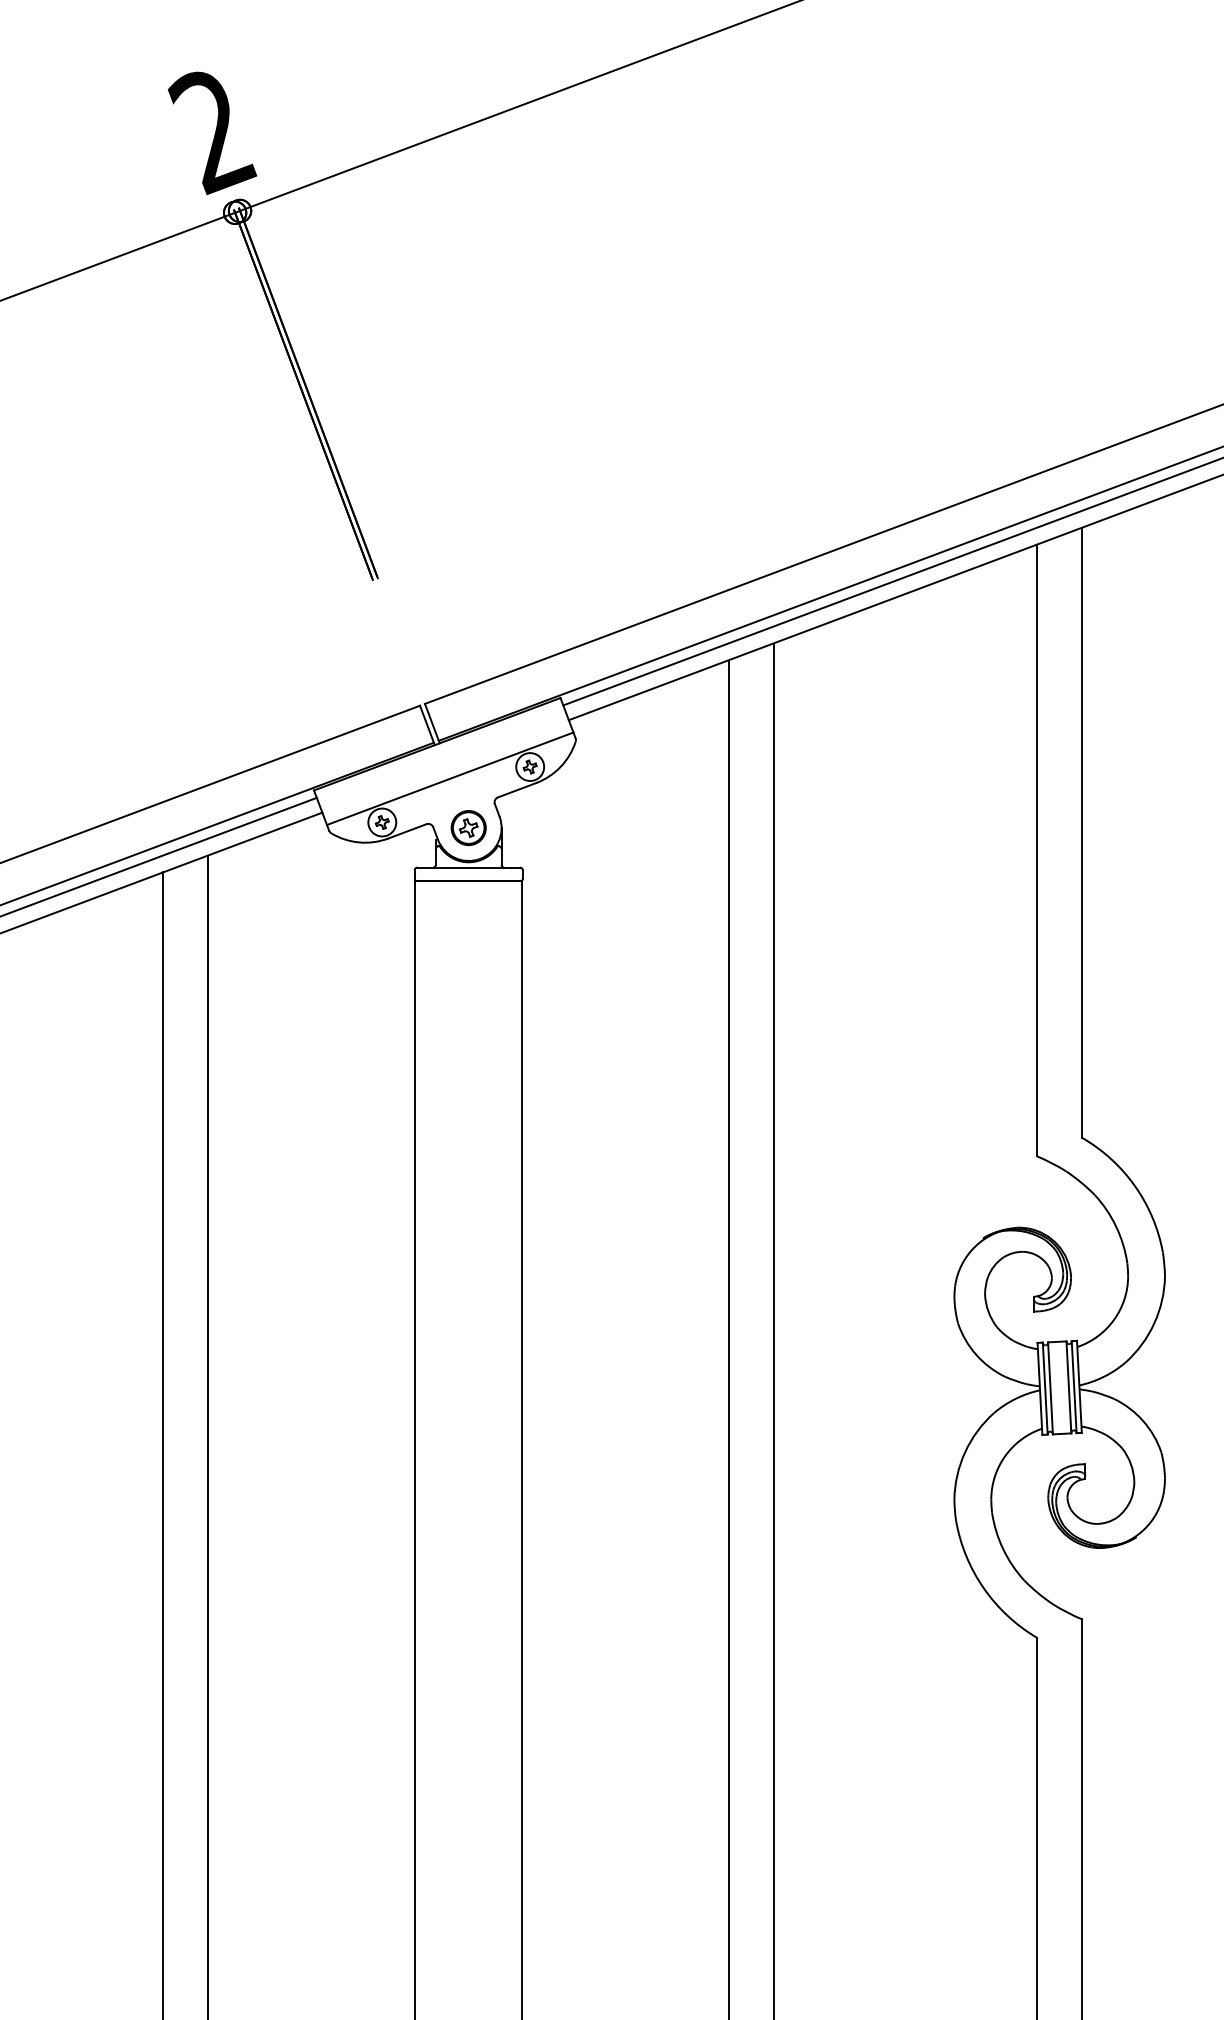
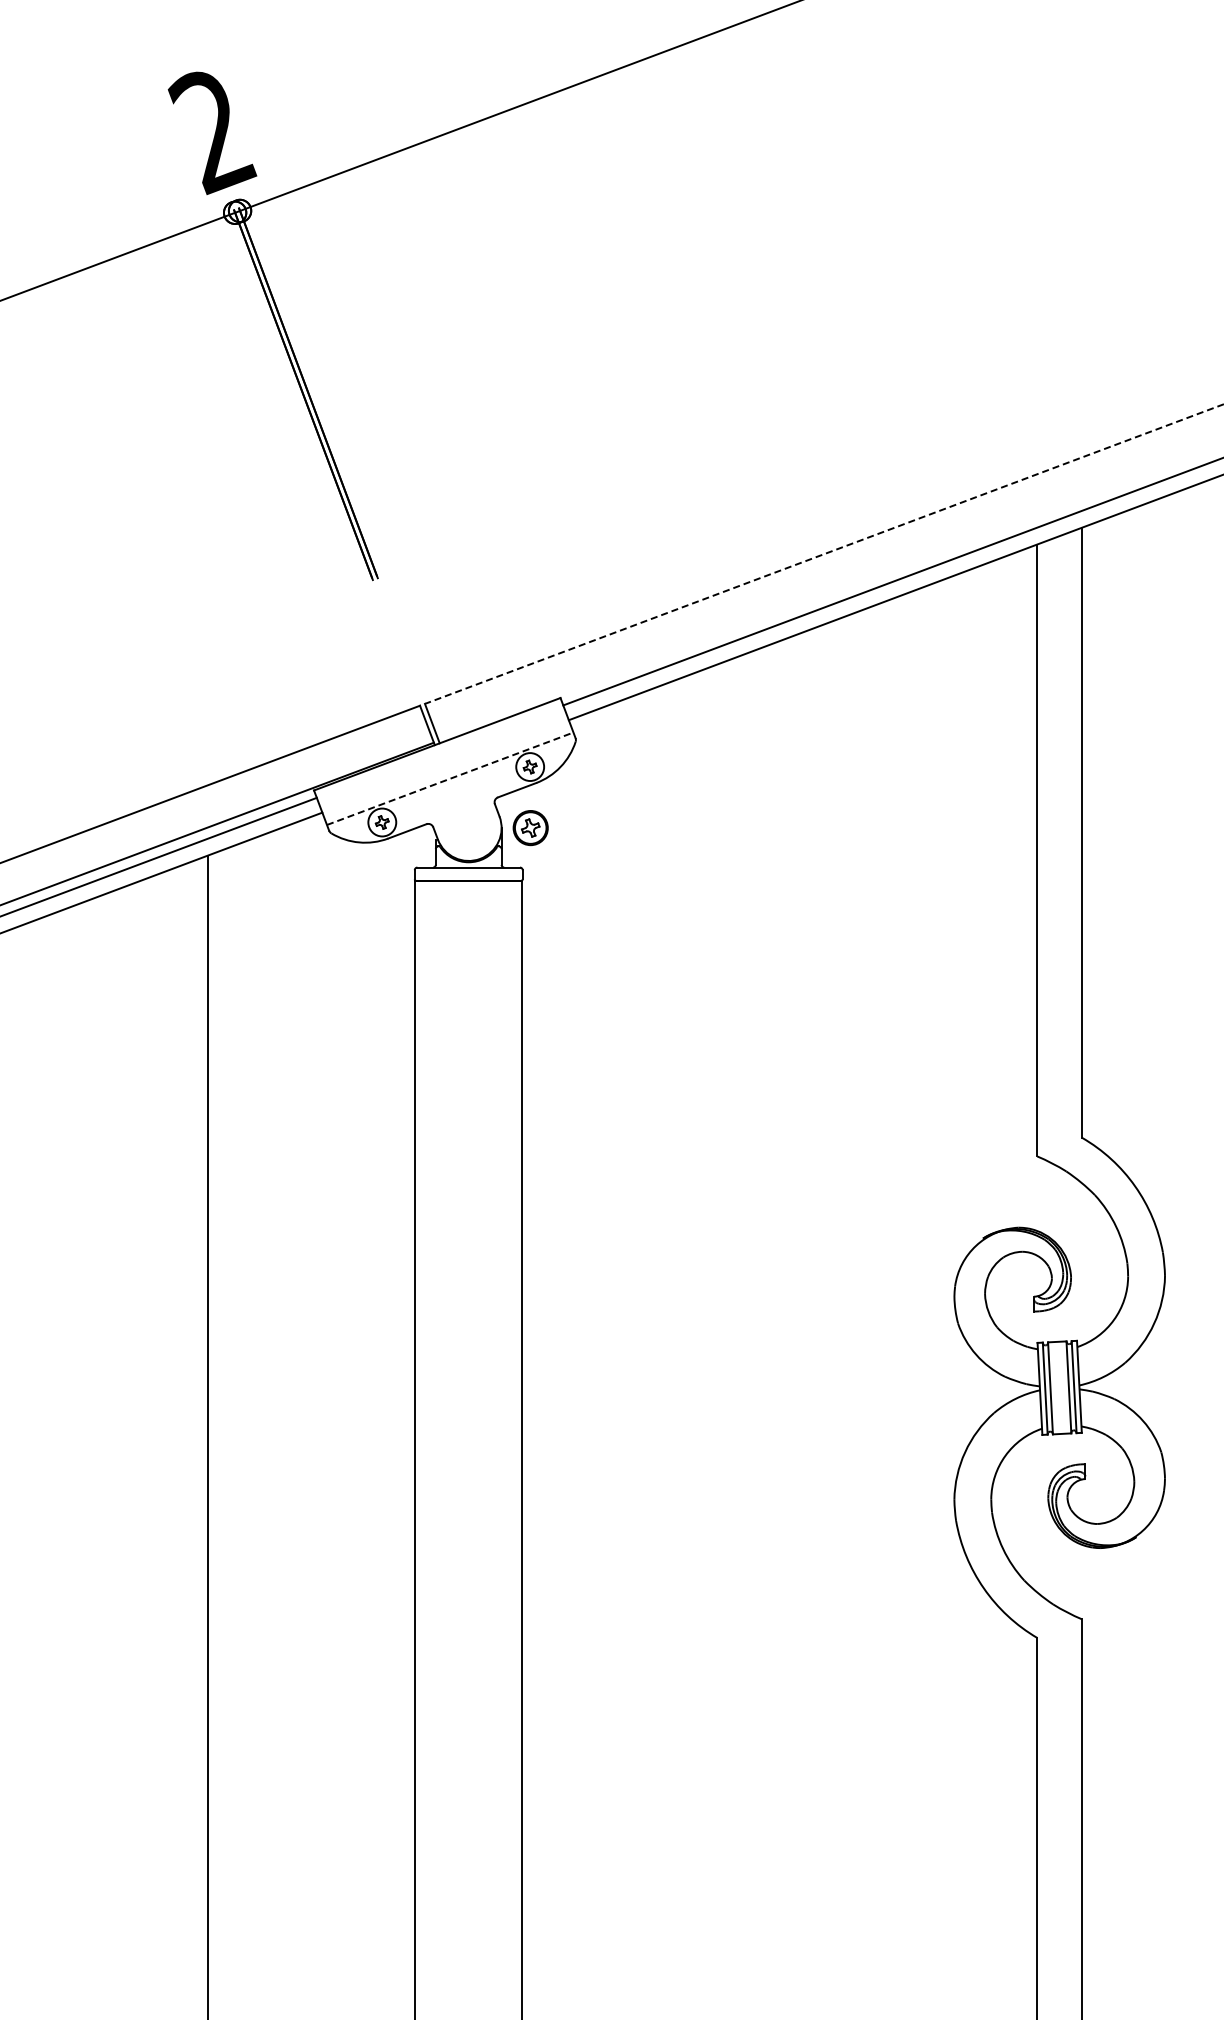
line at (823, 554): solid -> dashed
line at (829, 593): present -> none
line at (450, 778): solid -> dashed
part at (468, 828) position: (468, 828) -> (530, 828)
line at (774, 1330): present -> none
line at (729, 1338): present -> none
line at (163, 1444): present -> none
